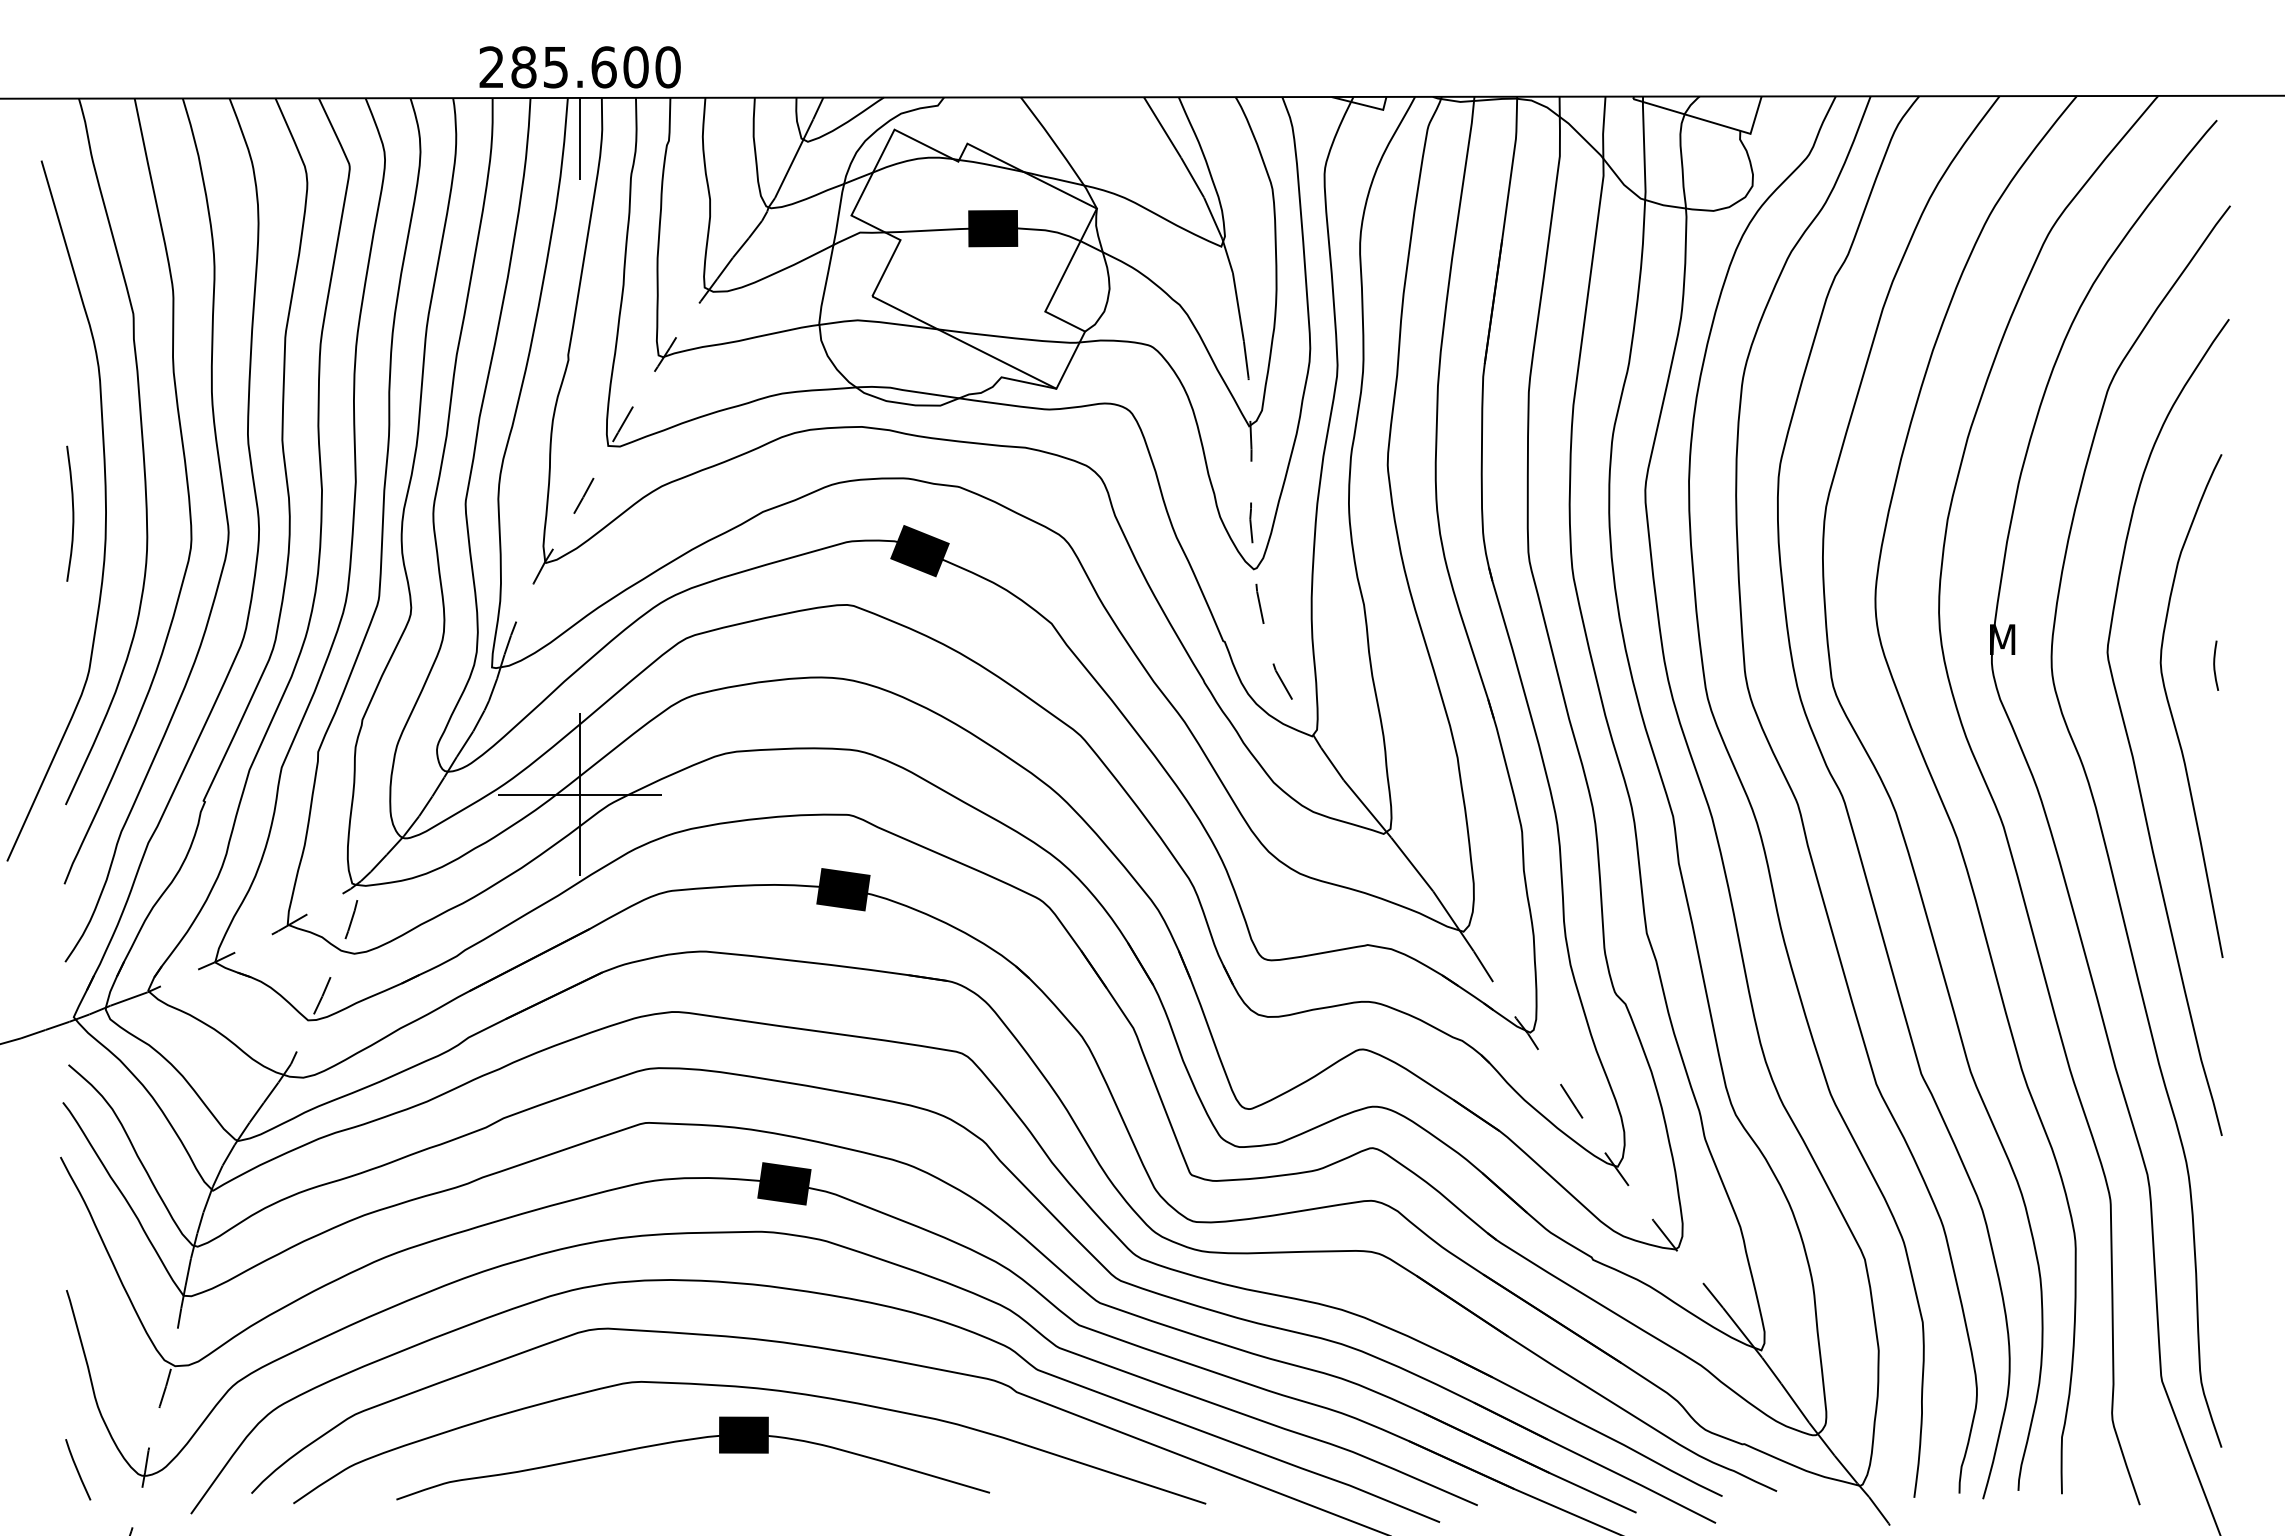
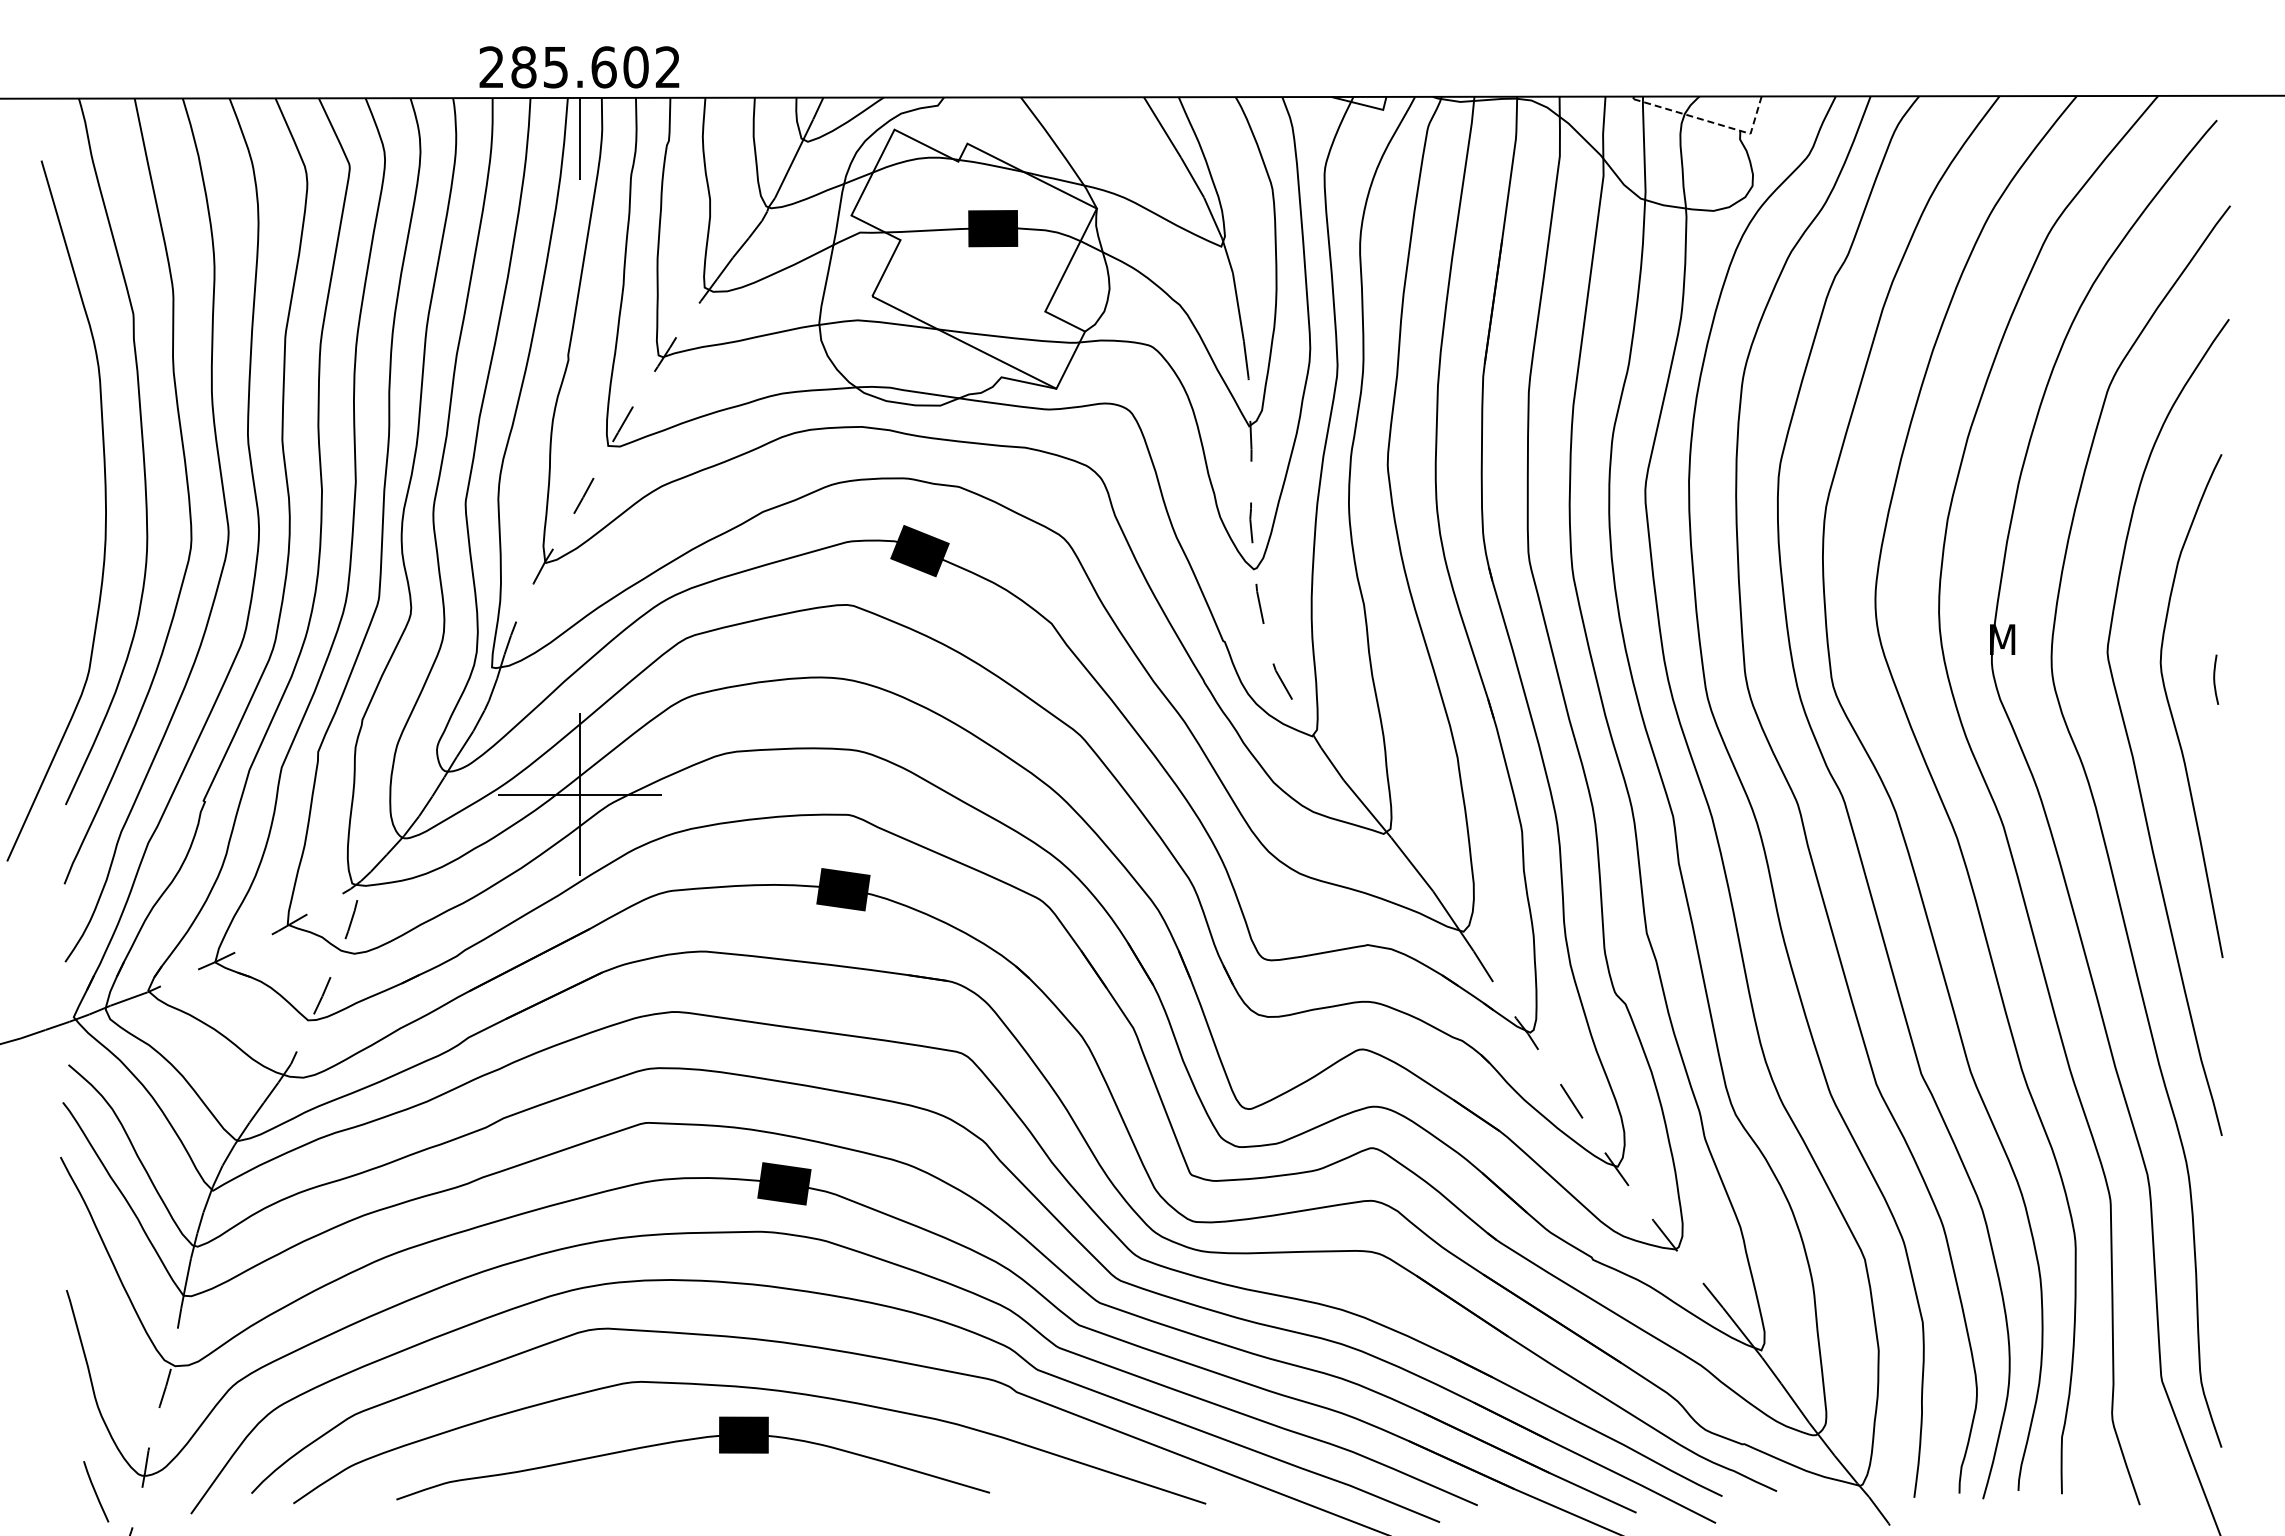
text at (667, 67): 285.600 -> 285.602
line at (1711, 122): solid -> dashed
curve at (72, 513): present -> none
curve at (2215, 665) position: (2215, 665) -> (2215, 679)
line at (78, 1469) position: (78, 1469) -> (96, 1491)
